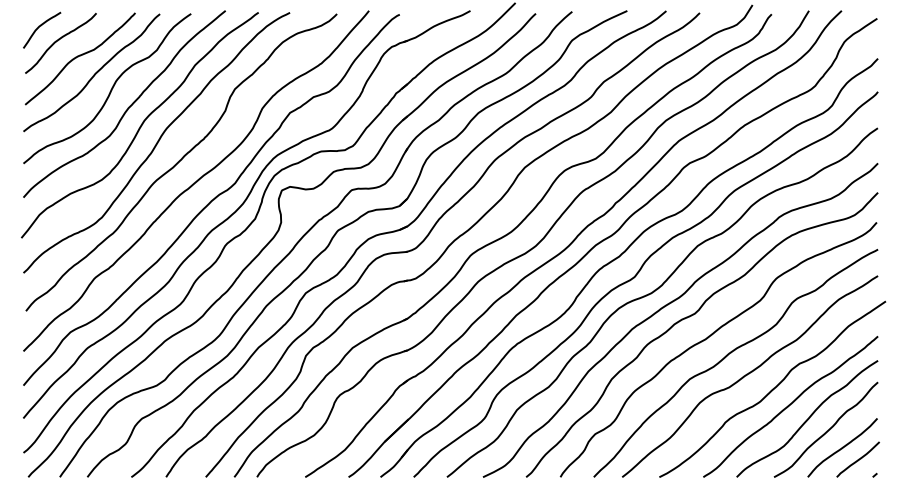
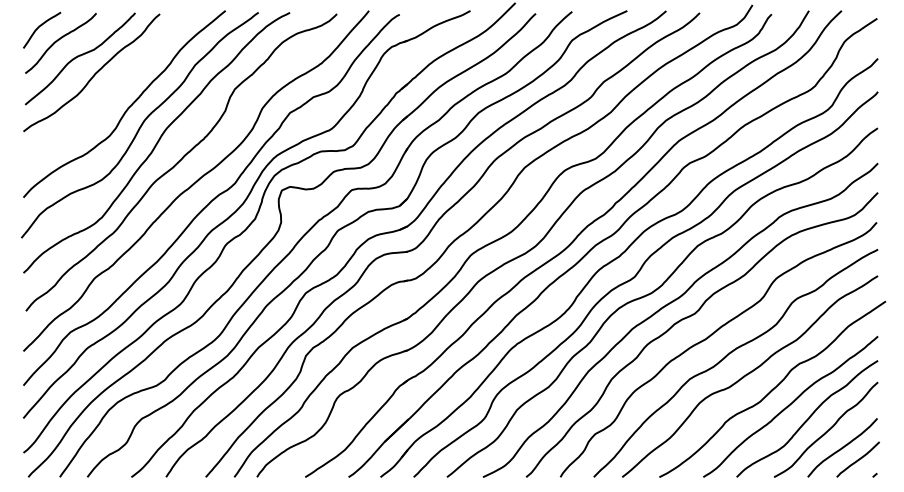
curve at (110, 89): present -> none
